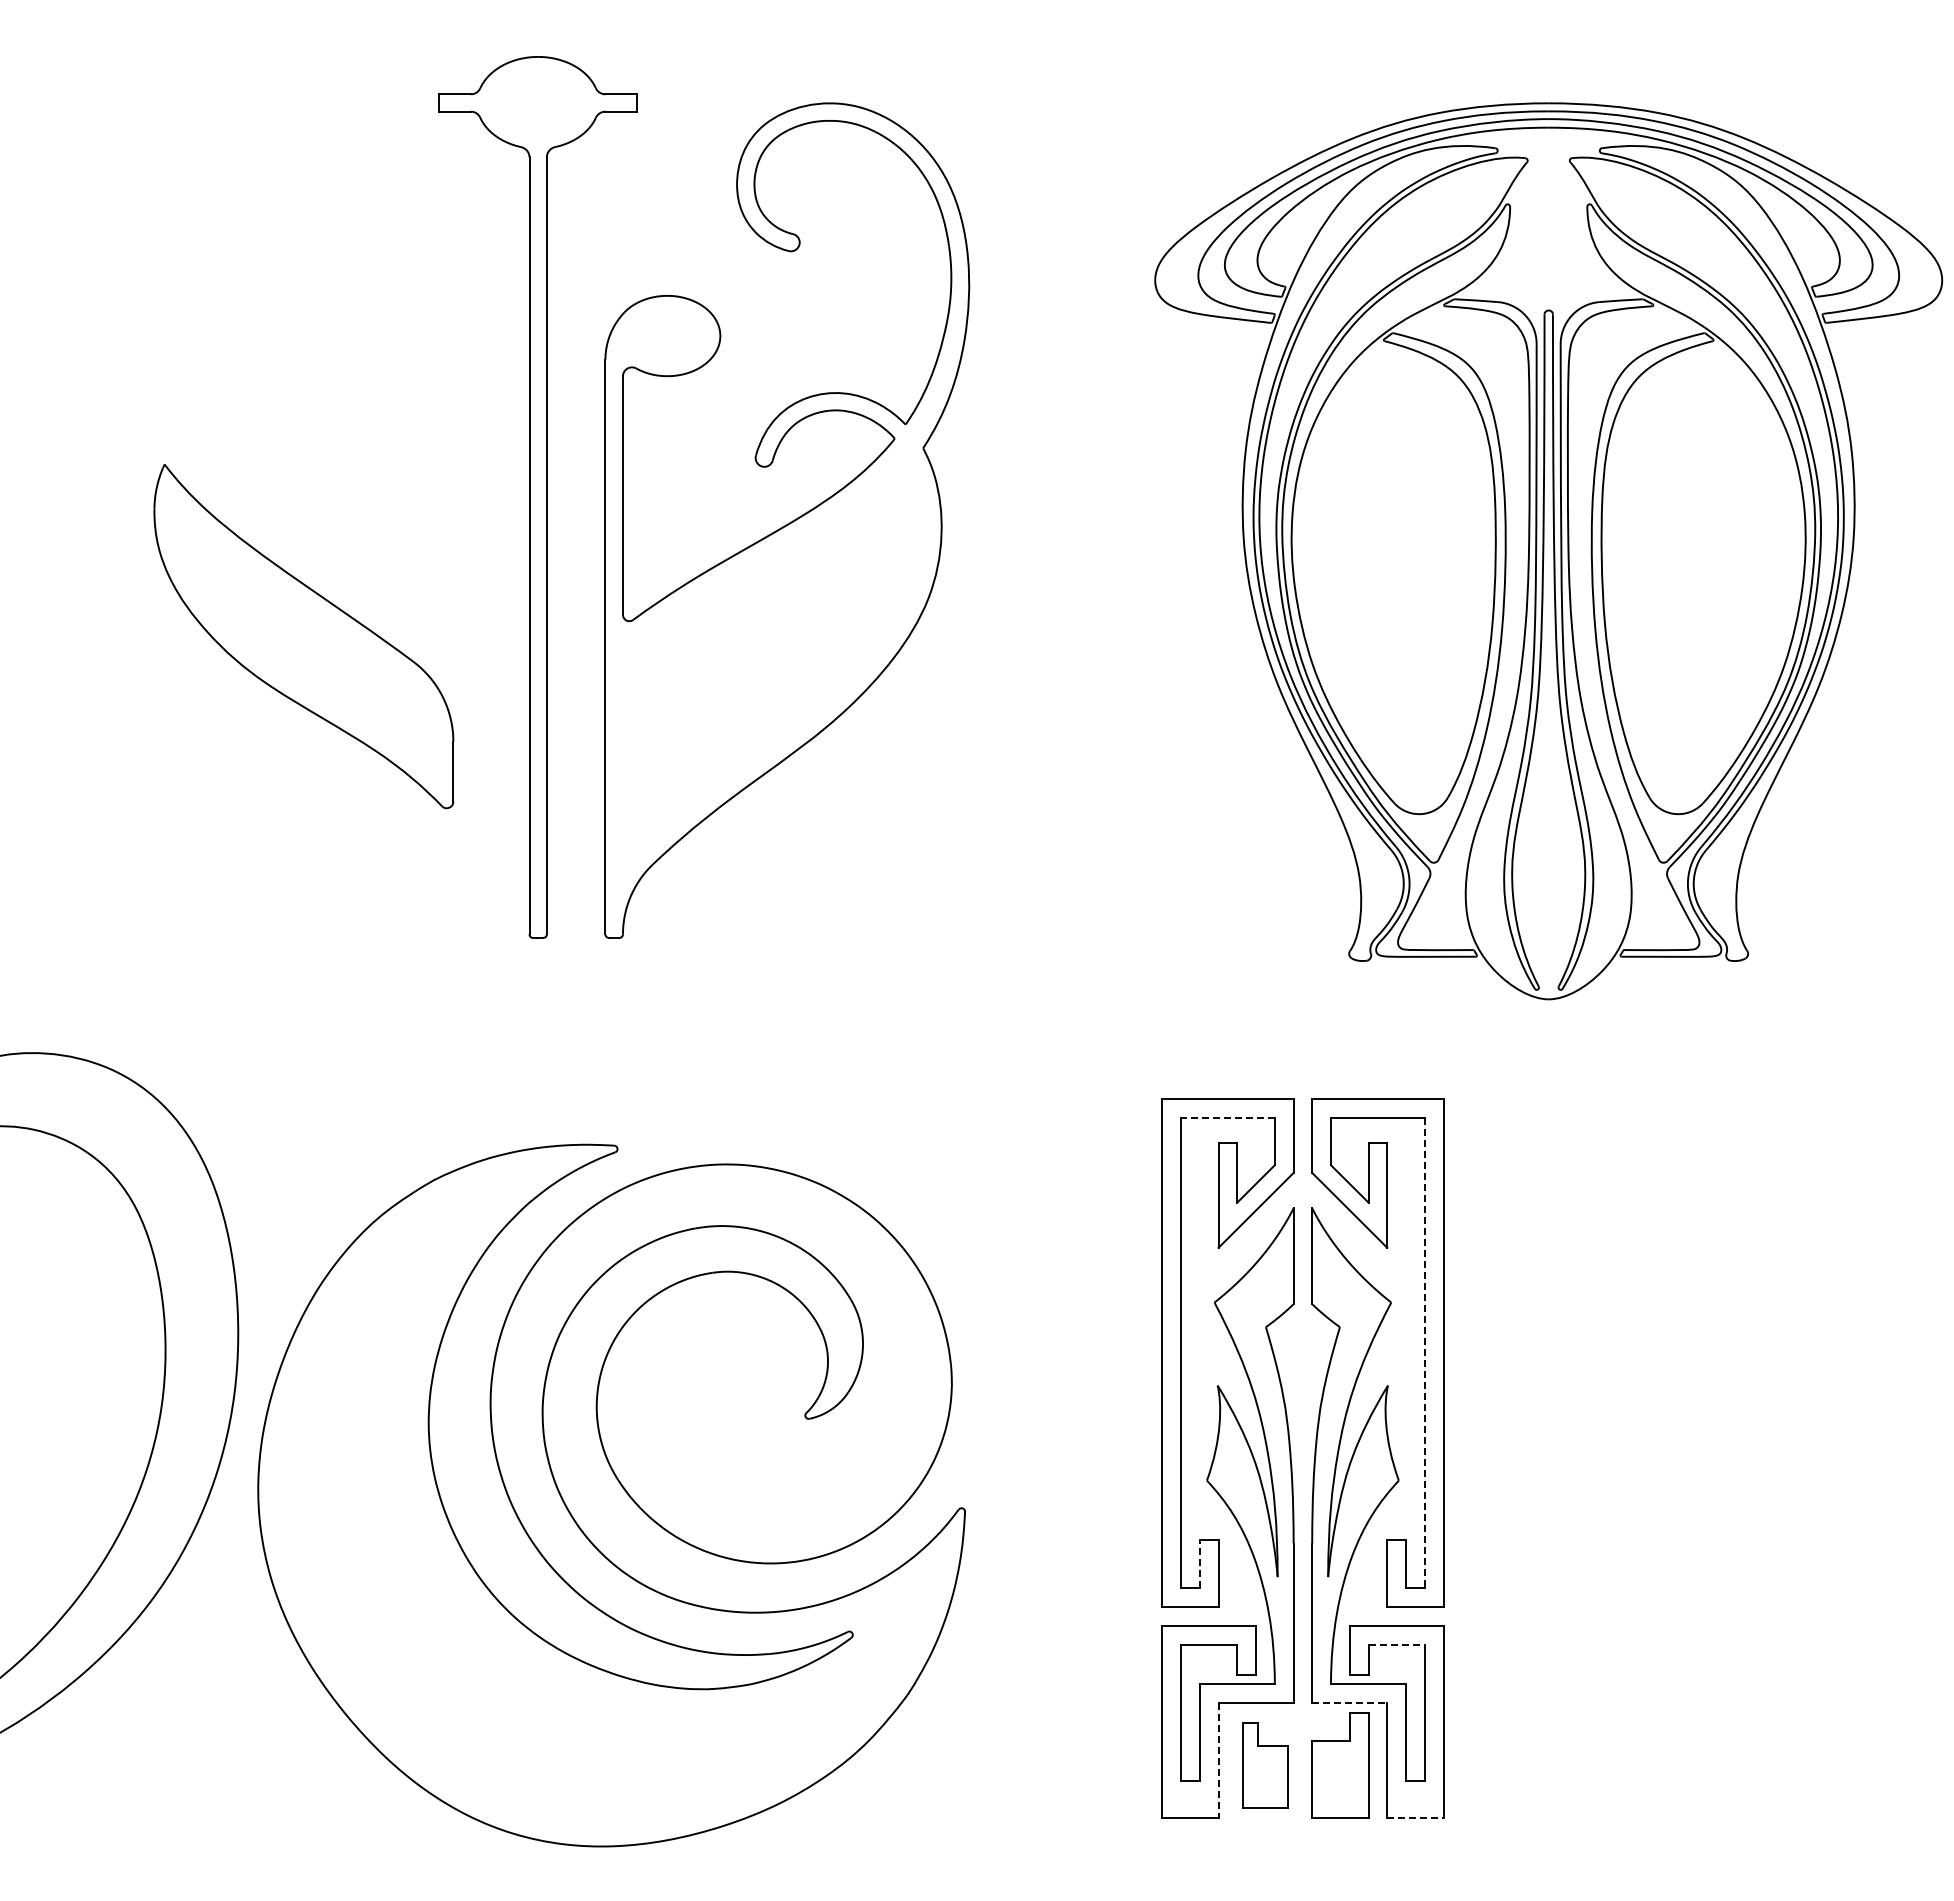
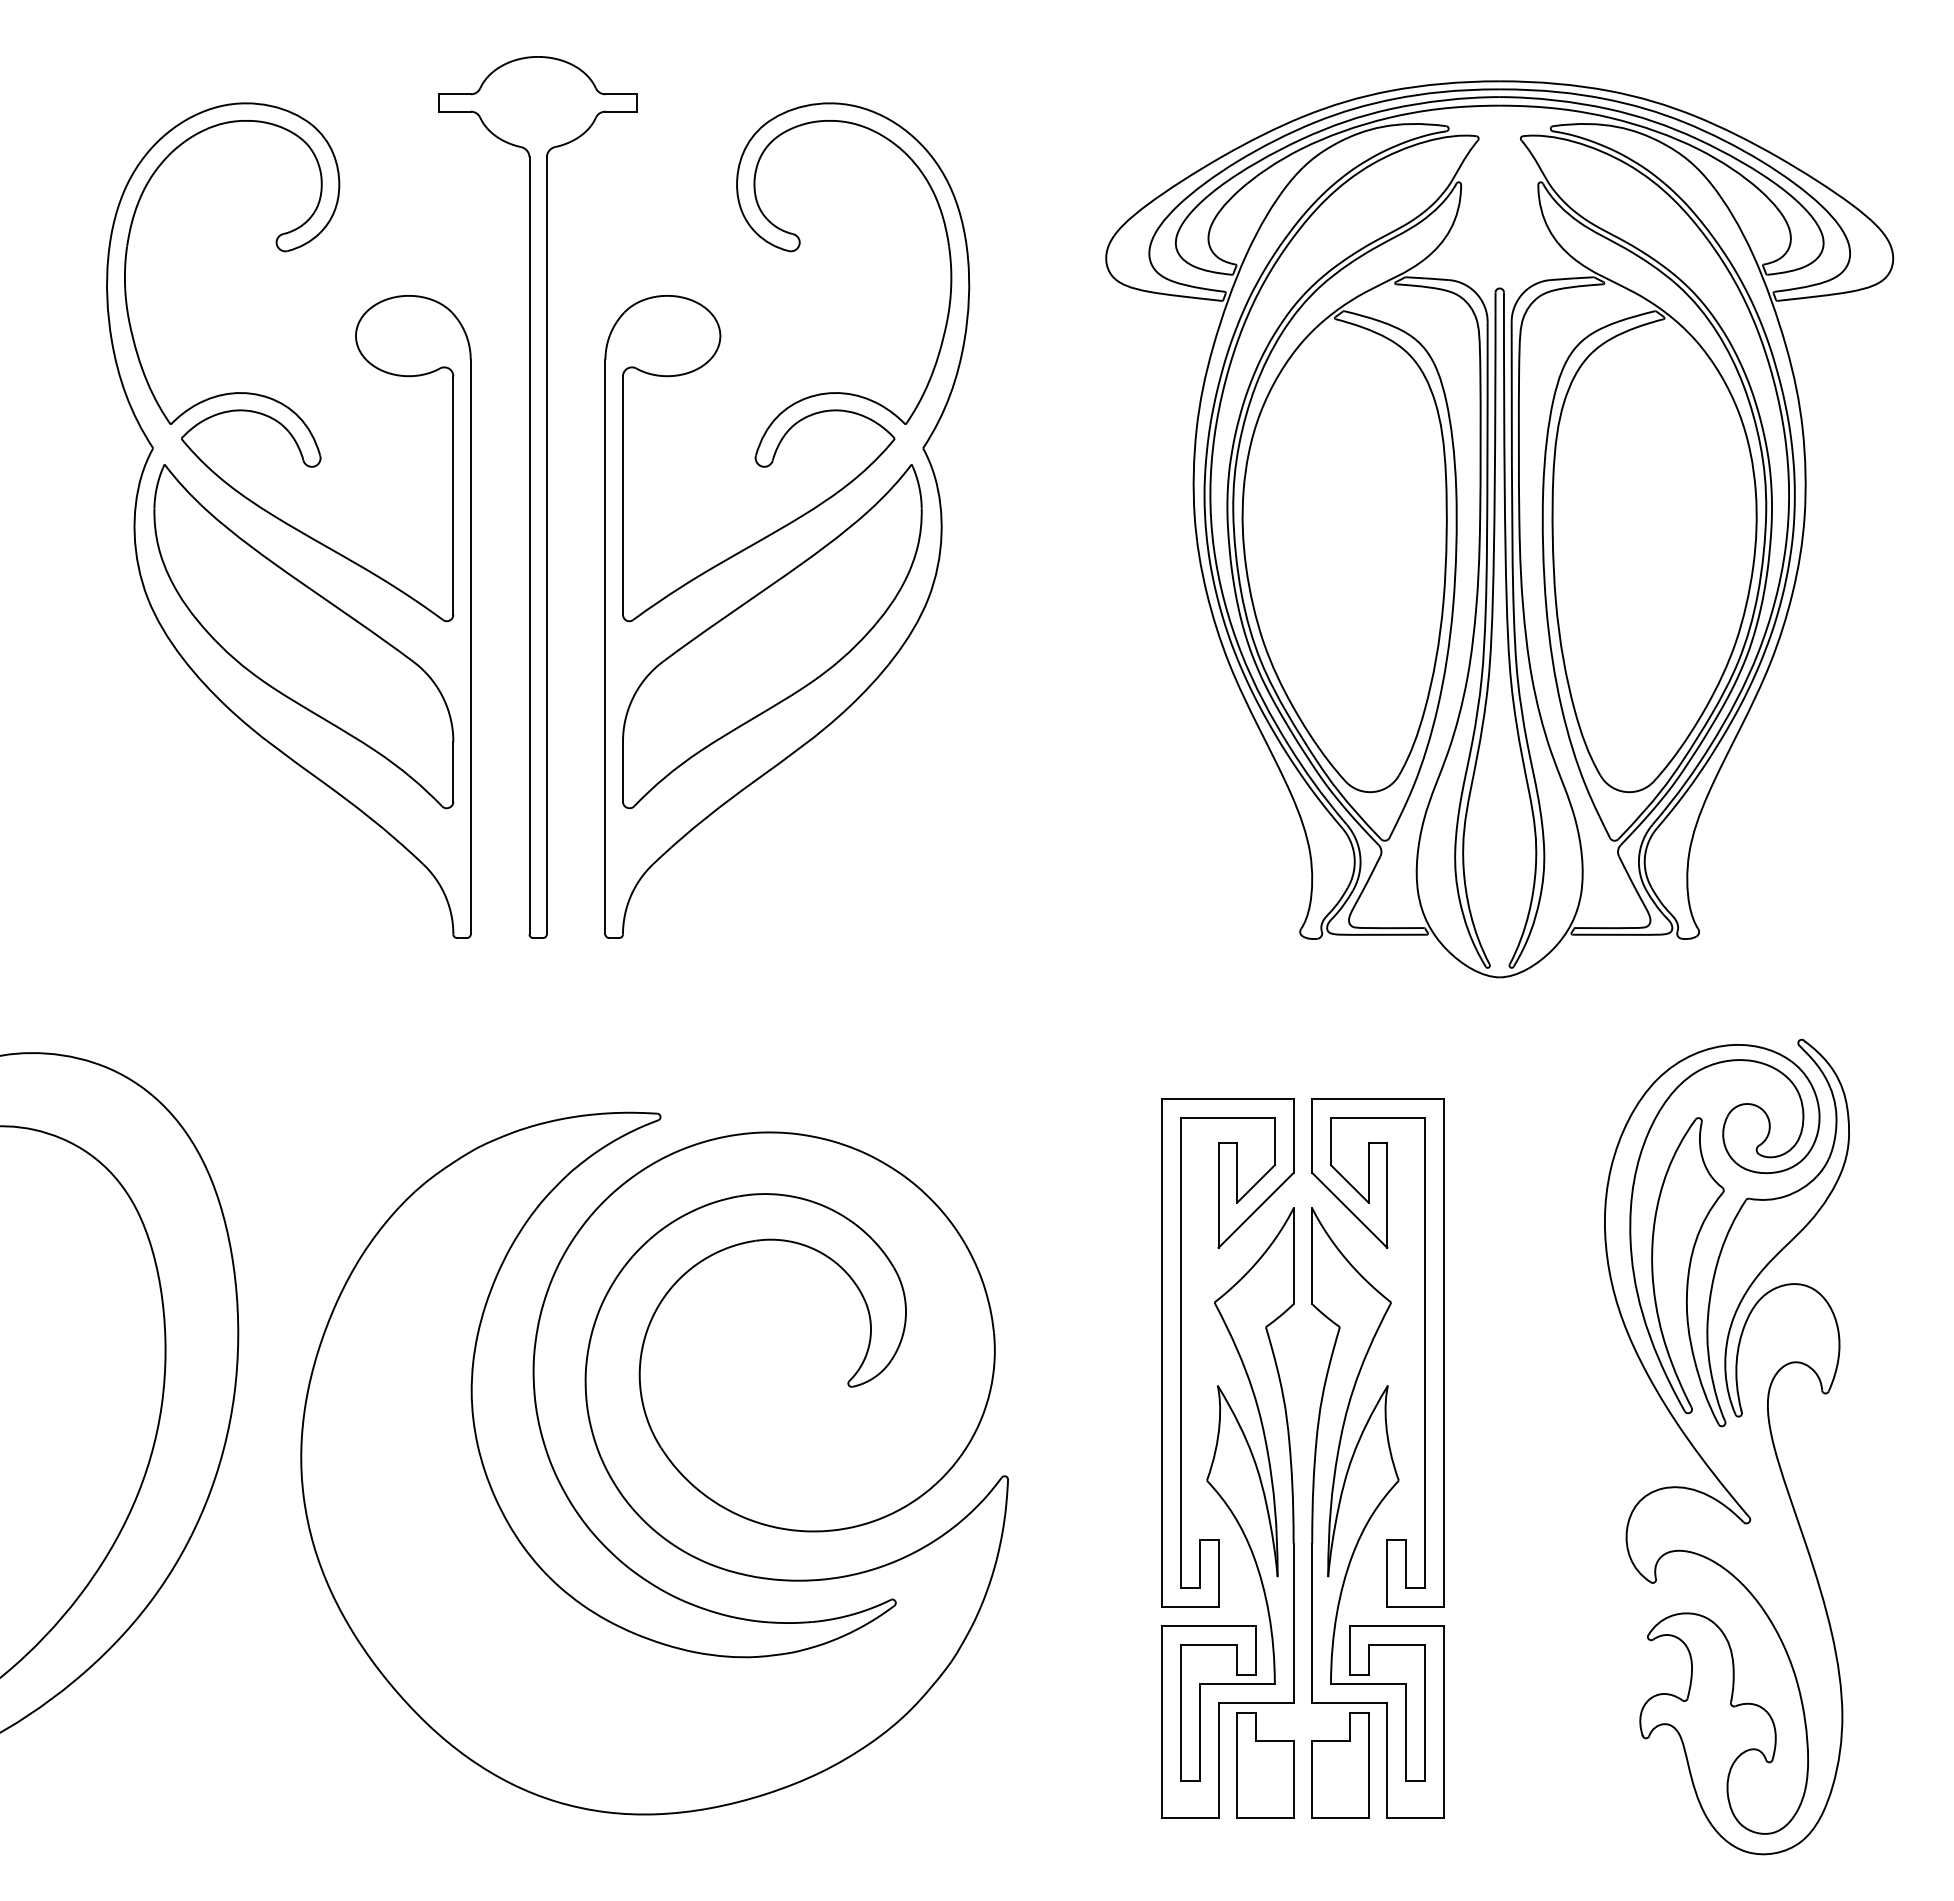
part at (288, 520): none -> present
part at (1548, 551) position: (1548, 551) -> (1499, 529)
part at (772, 636): none -> present
line at (1227, 1117): dashed -> solid
line at (1424, 1353): dashed -> solid
part at (1726, 1446): none -> present
part at (622, 1488) position: (622, 1488) -> (665, 1456)
line at (1199, 1563): dashed -> solid
line at (1397, 1644): dashed -> solid
line at (1349, 1703): dashed -> solid
line at (1218, 1761): dashed -> solid
part at (1265, 1765) size: 47x87 px -> 59x107 px
line at (1415, 1818): dashed -> solid
